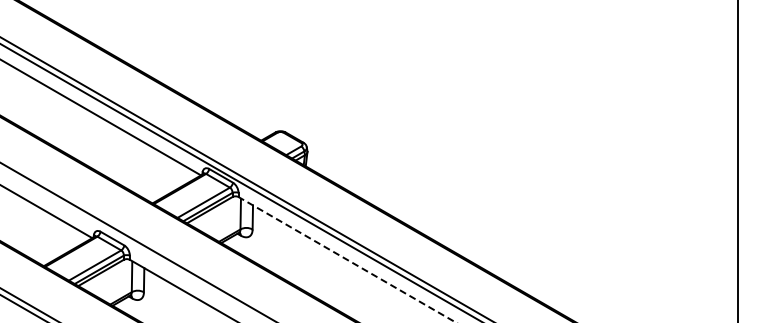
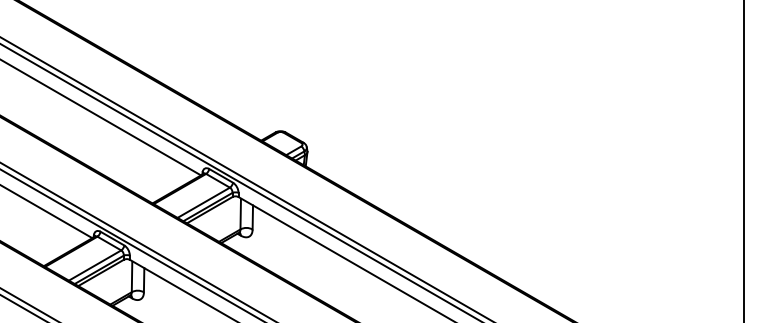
line at (737, 160) position: (737, 160) -> (743, 160)
line at (131, 244): none -> present
line at (347, 259): dashed -> solid
